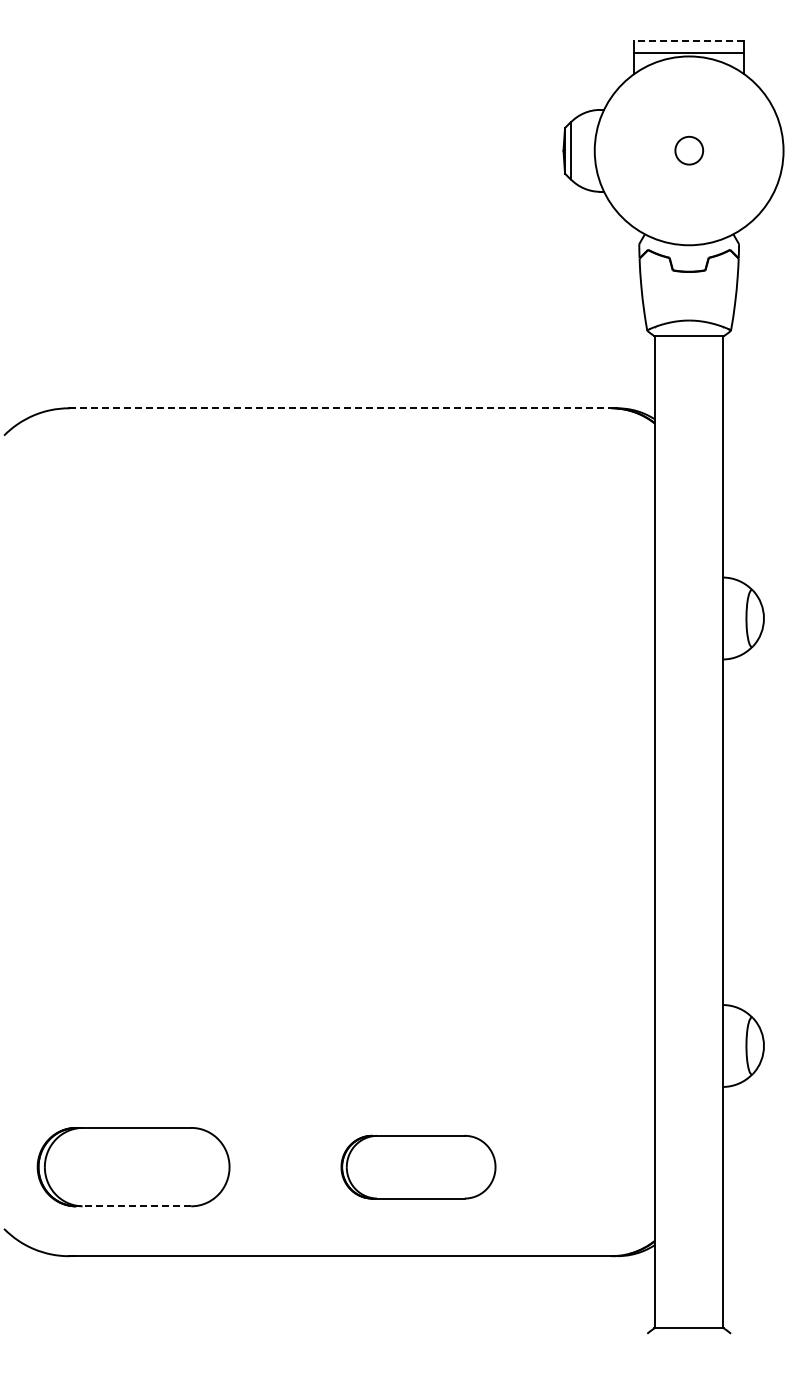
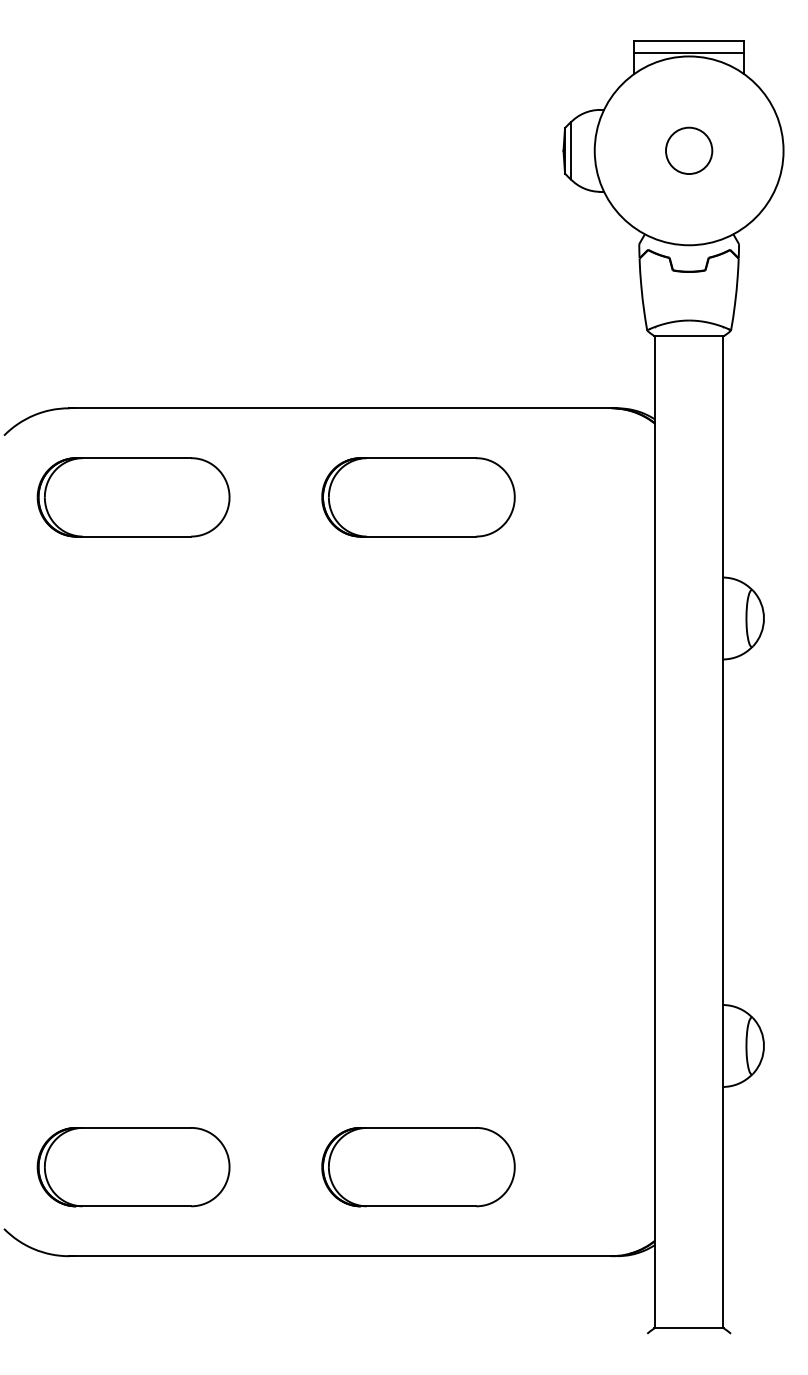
line at (688, 41): dashed -> solid
circle at (689, 150) size: 31x31 px -> 49x49 px
line at (340, 408): dashed -> solid
part at (133, 497): none -> present
part at (418, 497): none -> present
part at (418, 1166) size: 157x66 px -> 195x81 px
line at (133, 1206): dashed -> solid
